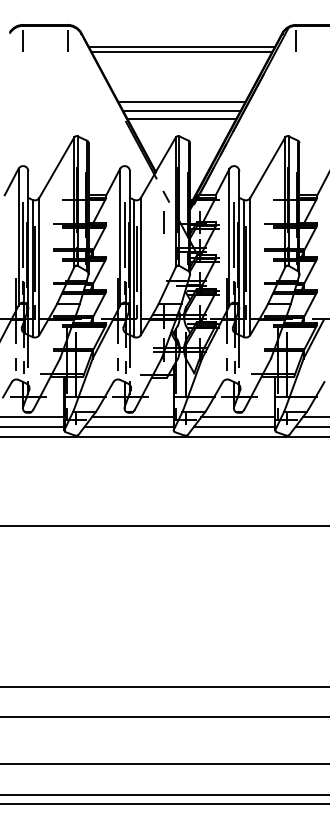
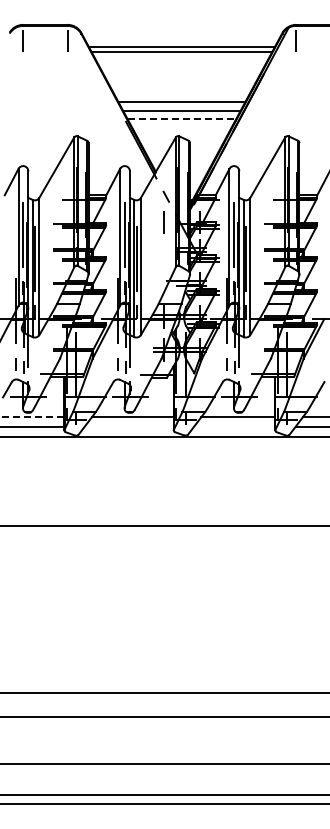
line at (182, 119): solid -> dashed
line at (31, 417): solid -> dashed
line at (128, 426): present -> none
line at (234, 426): present -> none
line at (164, 687) position: (164, 687) -> (164, 693)
